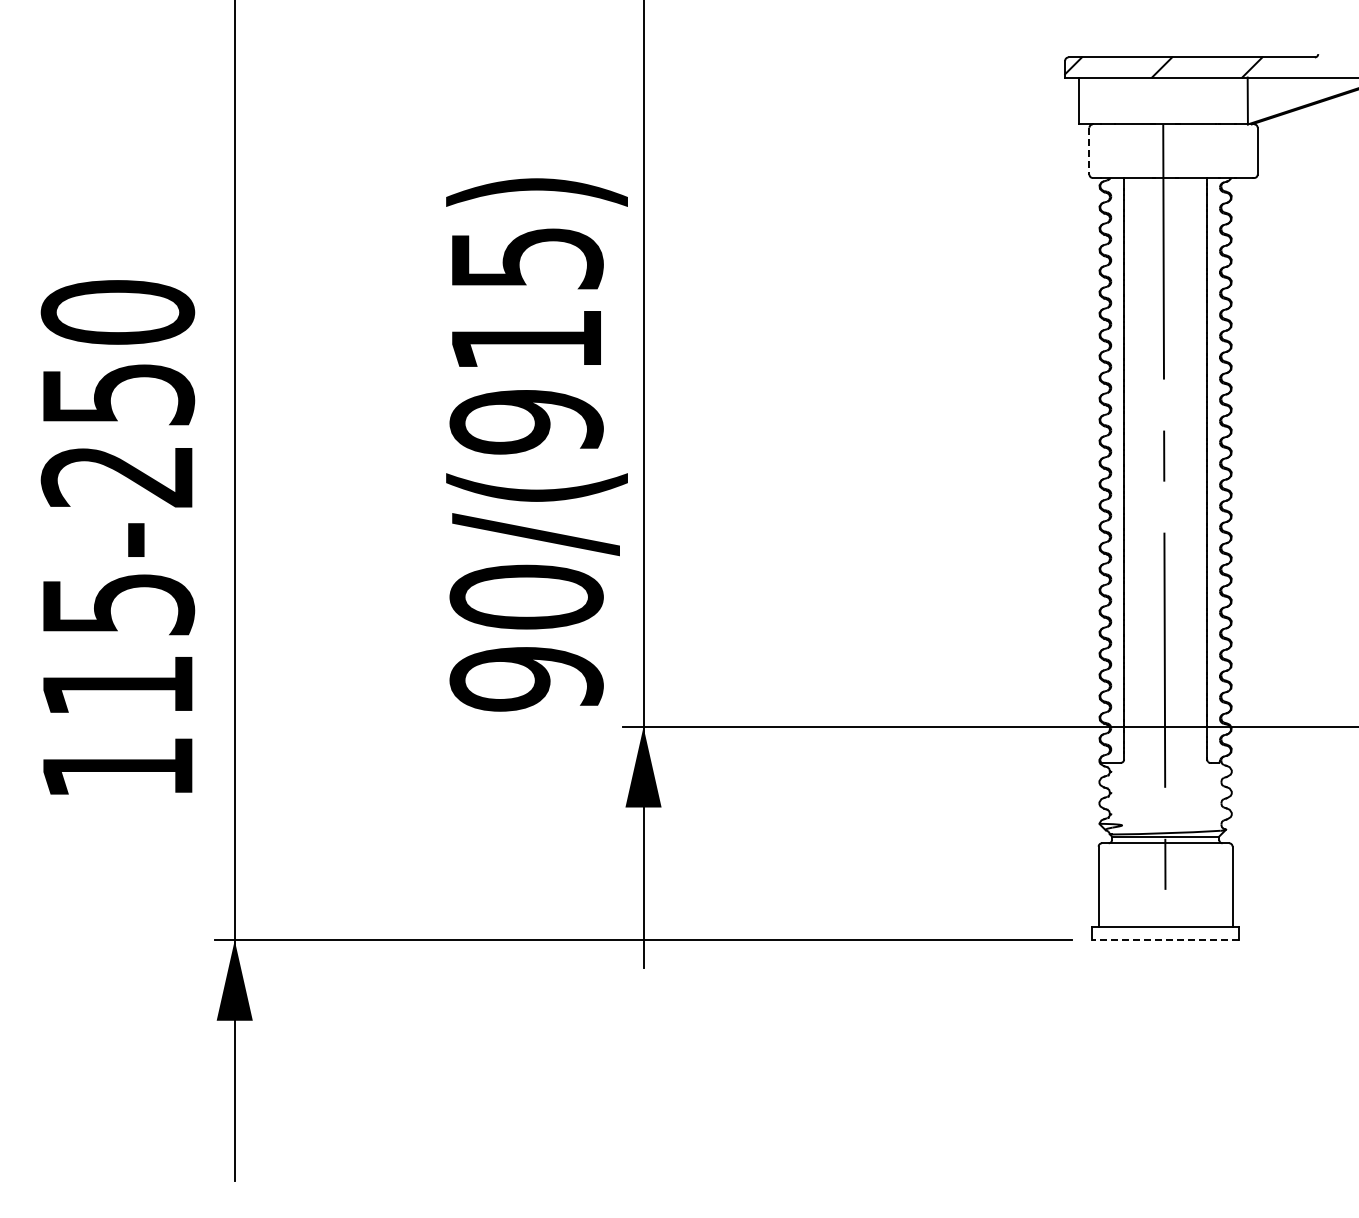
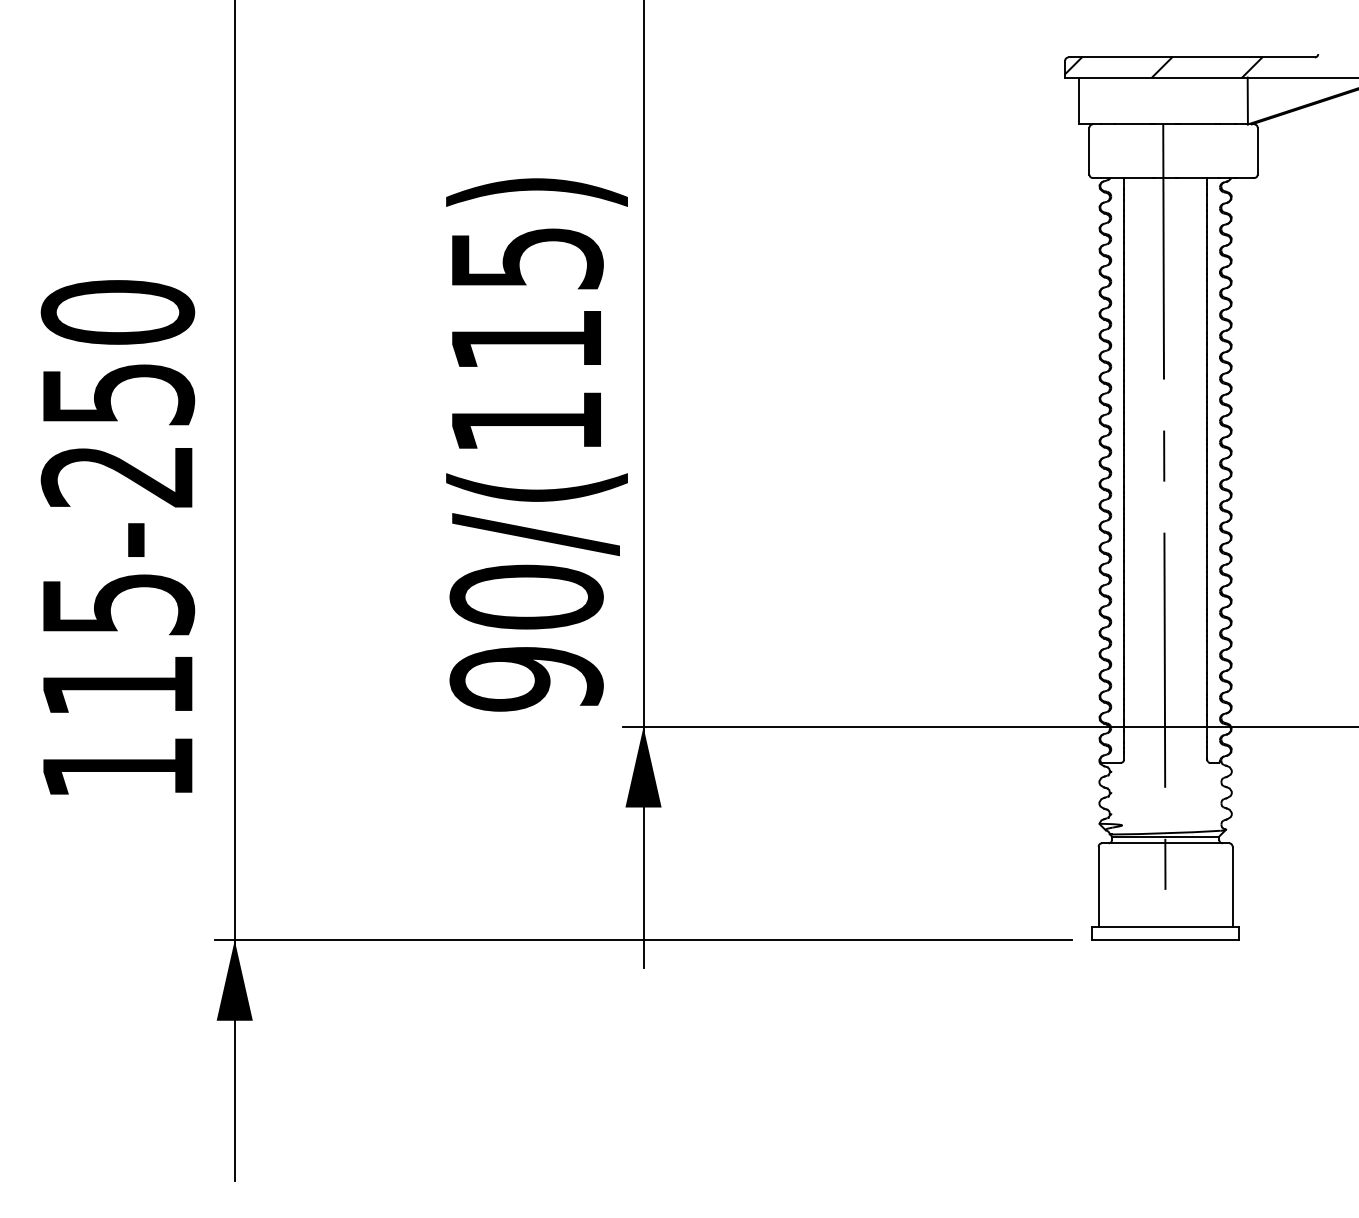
line at (1089, 151): dashed -> solid
text at (526, 422): 90/(915) -> 90/(115)
line at (1165, 940): dashed -> solid
